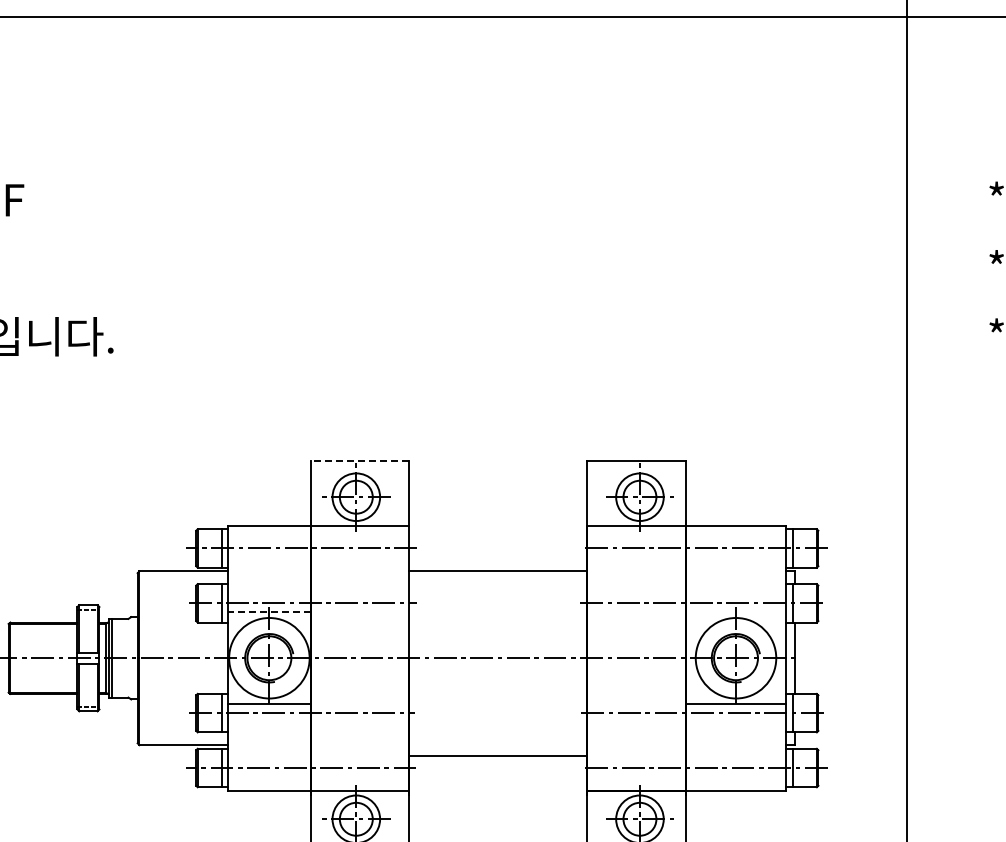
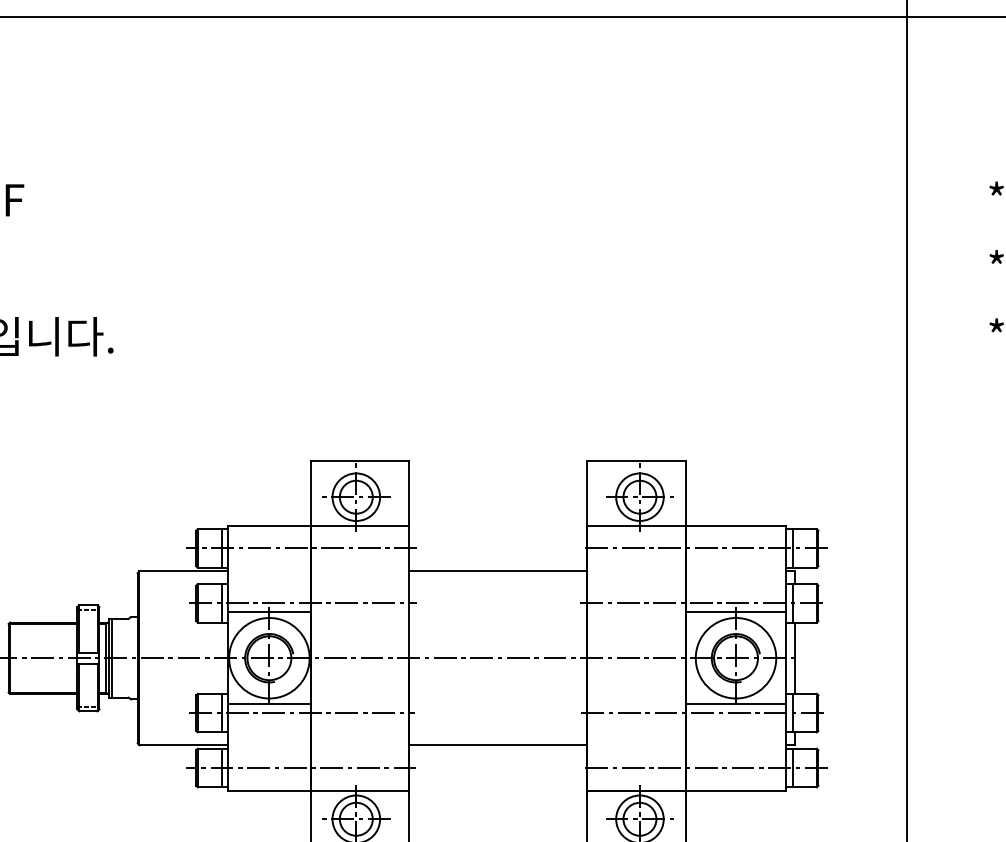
line at (359, 460): dashed -> solid
line at (268, 612): dashed -> solid
line at (735, 612): none -> present
line at (497, 756) position: (497, 756) -> (497, 745)
